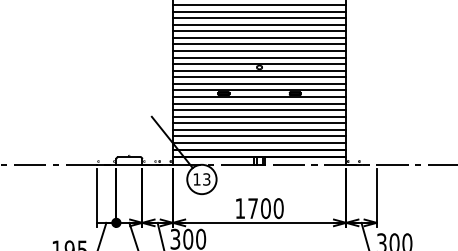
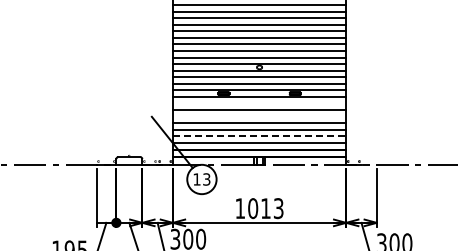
line at (259, 103): present -> none
line at (259, 116): present -> none
line at (259, 136): solid -> dashed
text at (265, 208): 1700 -> 1013
